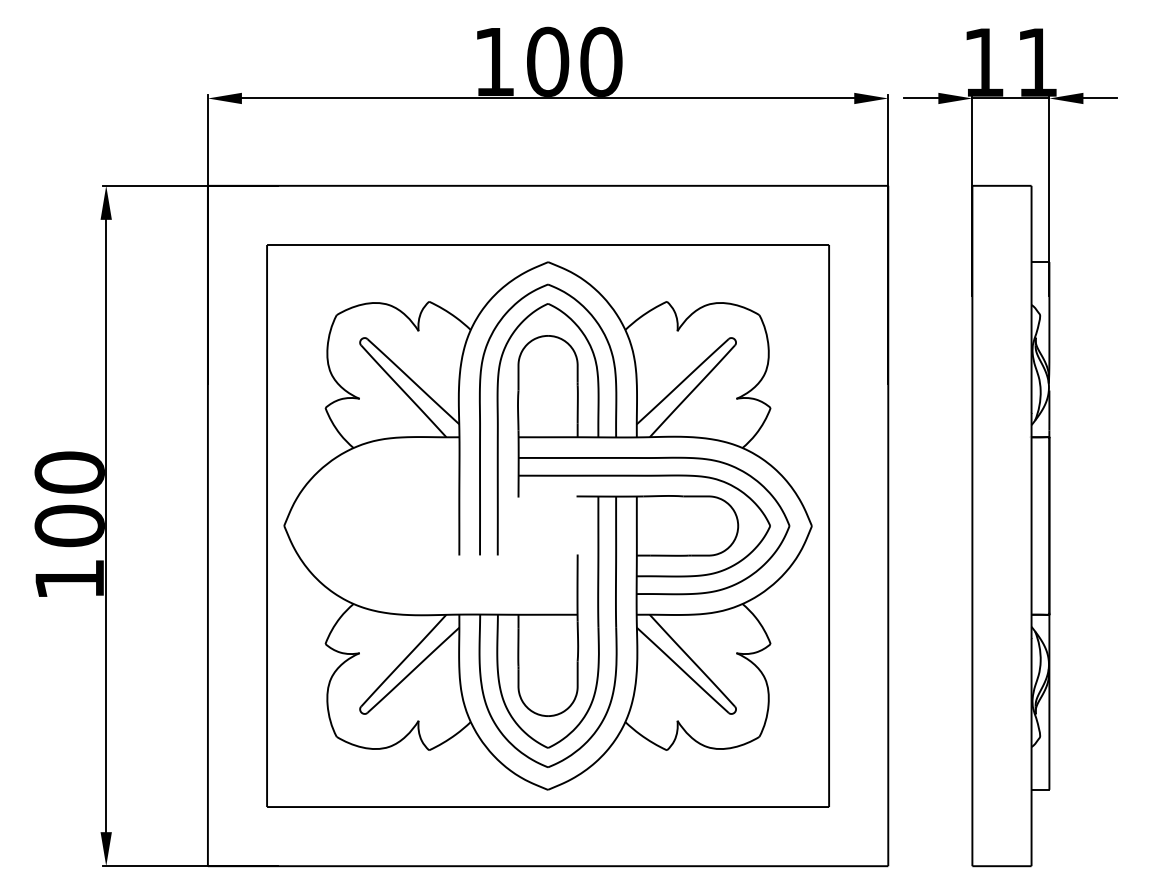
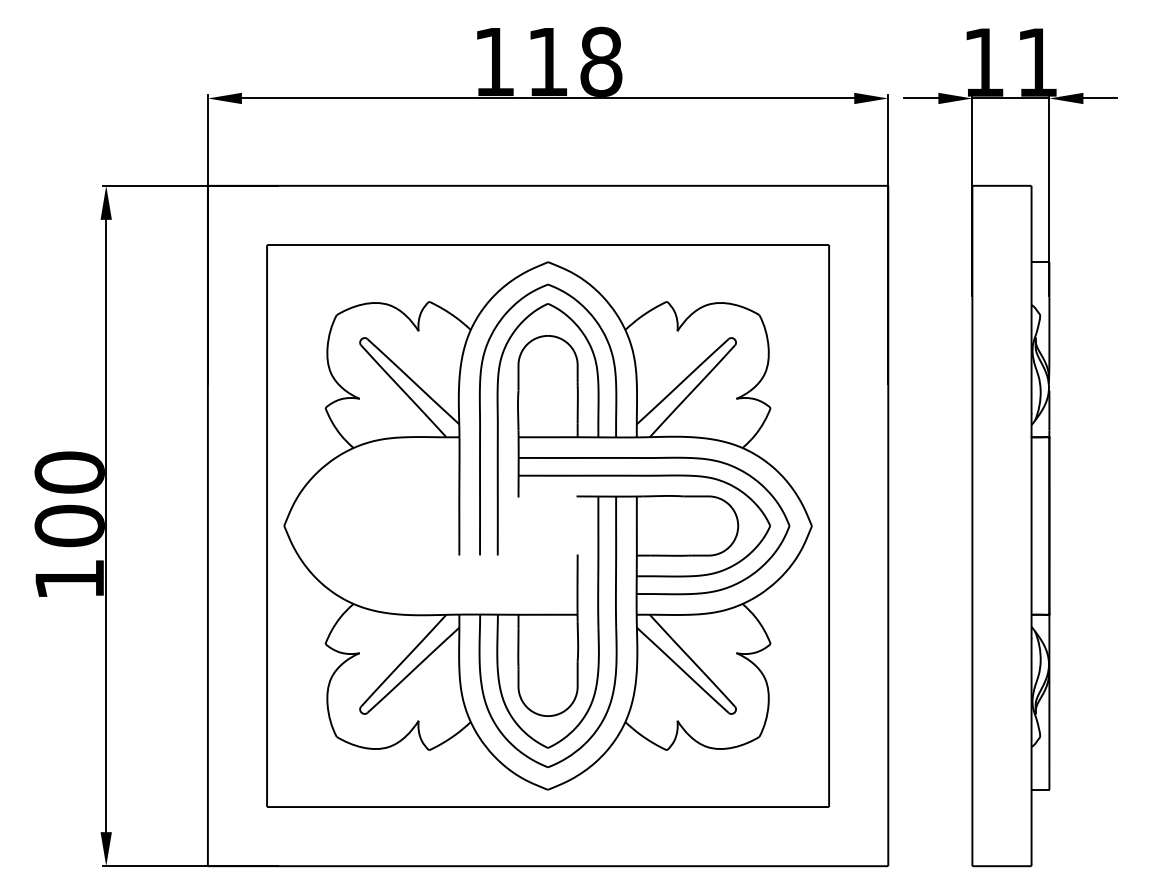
text at (574, 61): 100 -> 118
